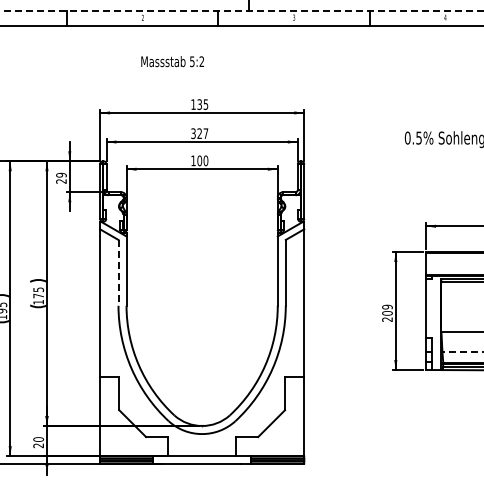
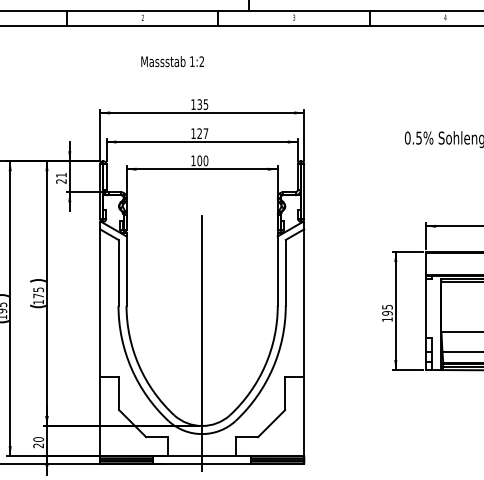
line at (242, 10): dashed -> solid
text at (192, 61): 5:2 -> 1:2
text at (193, 133): 327 -> 127
text at (61, 174): 29 -> 21
line at (118, 272): dashed -> solid
text at (387, 312): 209 -> 195
line at (202, 343): none -> present
line at (463, 351): dashed -> solid
